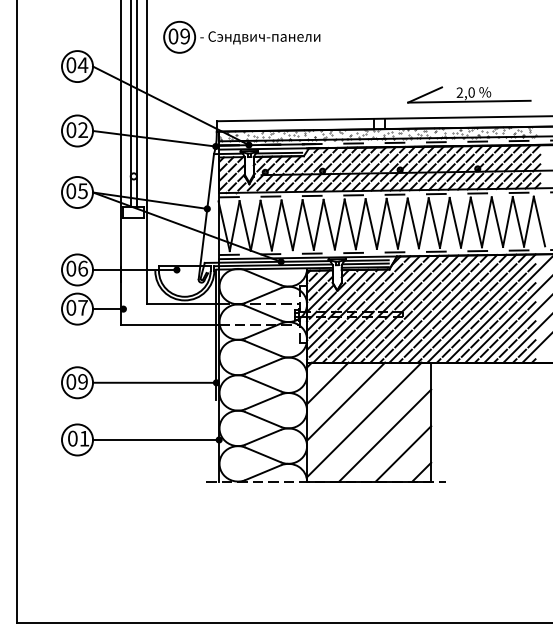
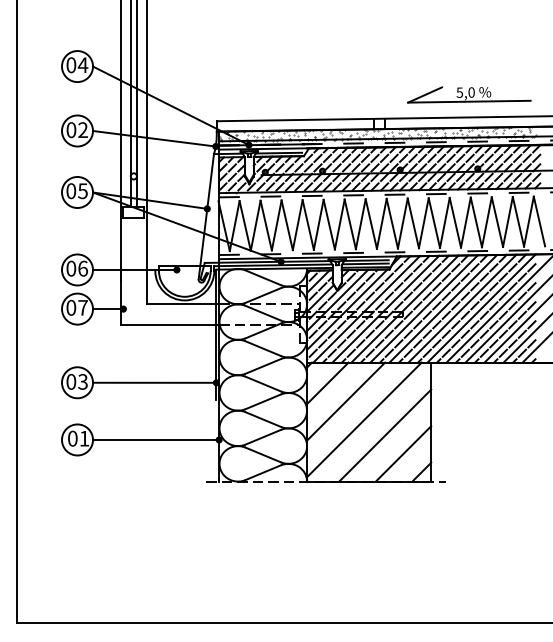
part at (241, 36): present -> none
text at (459, 92): 2,0 -> 5,0
text at (82, 381): 09 -> 03
